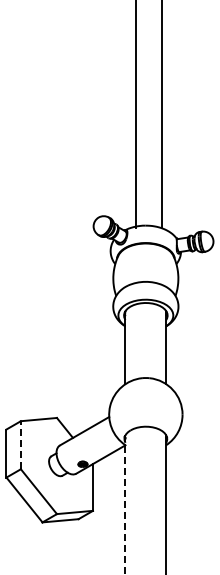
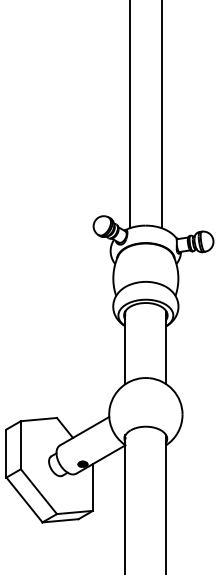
line at (135, 115) position: (135, 115) -> (129, 115)
line at (20, 444): dashed -> solid
line at (125, 504): dashed -> solid
